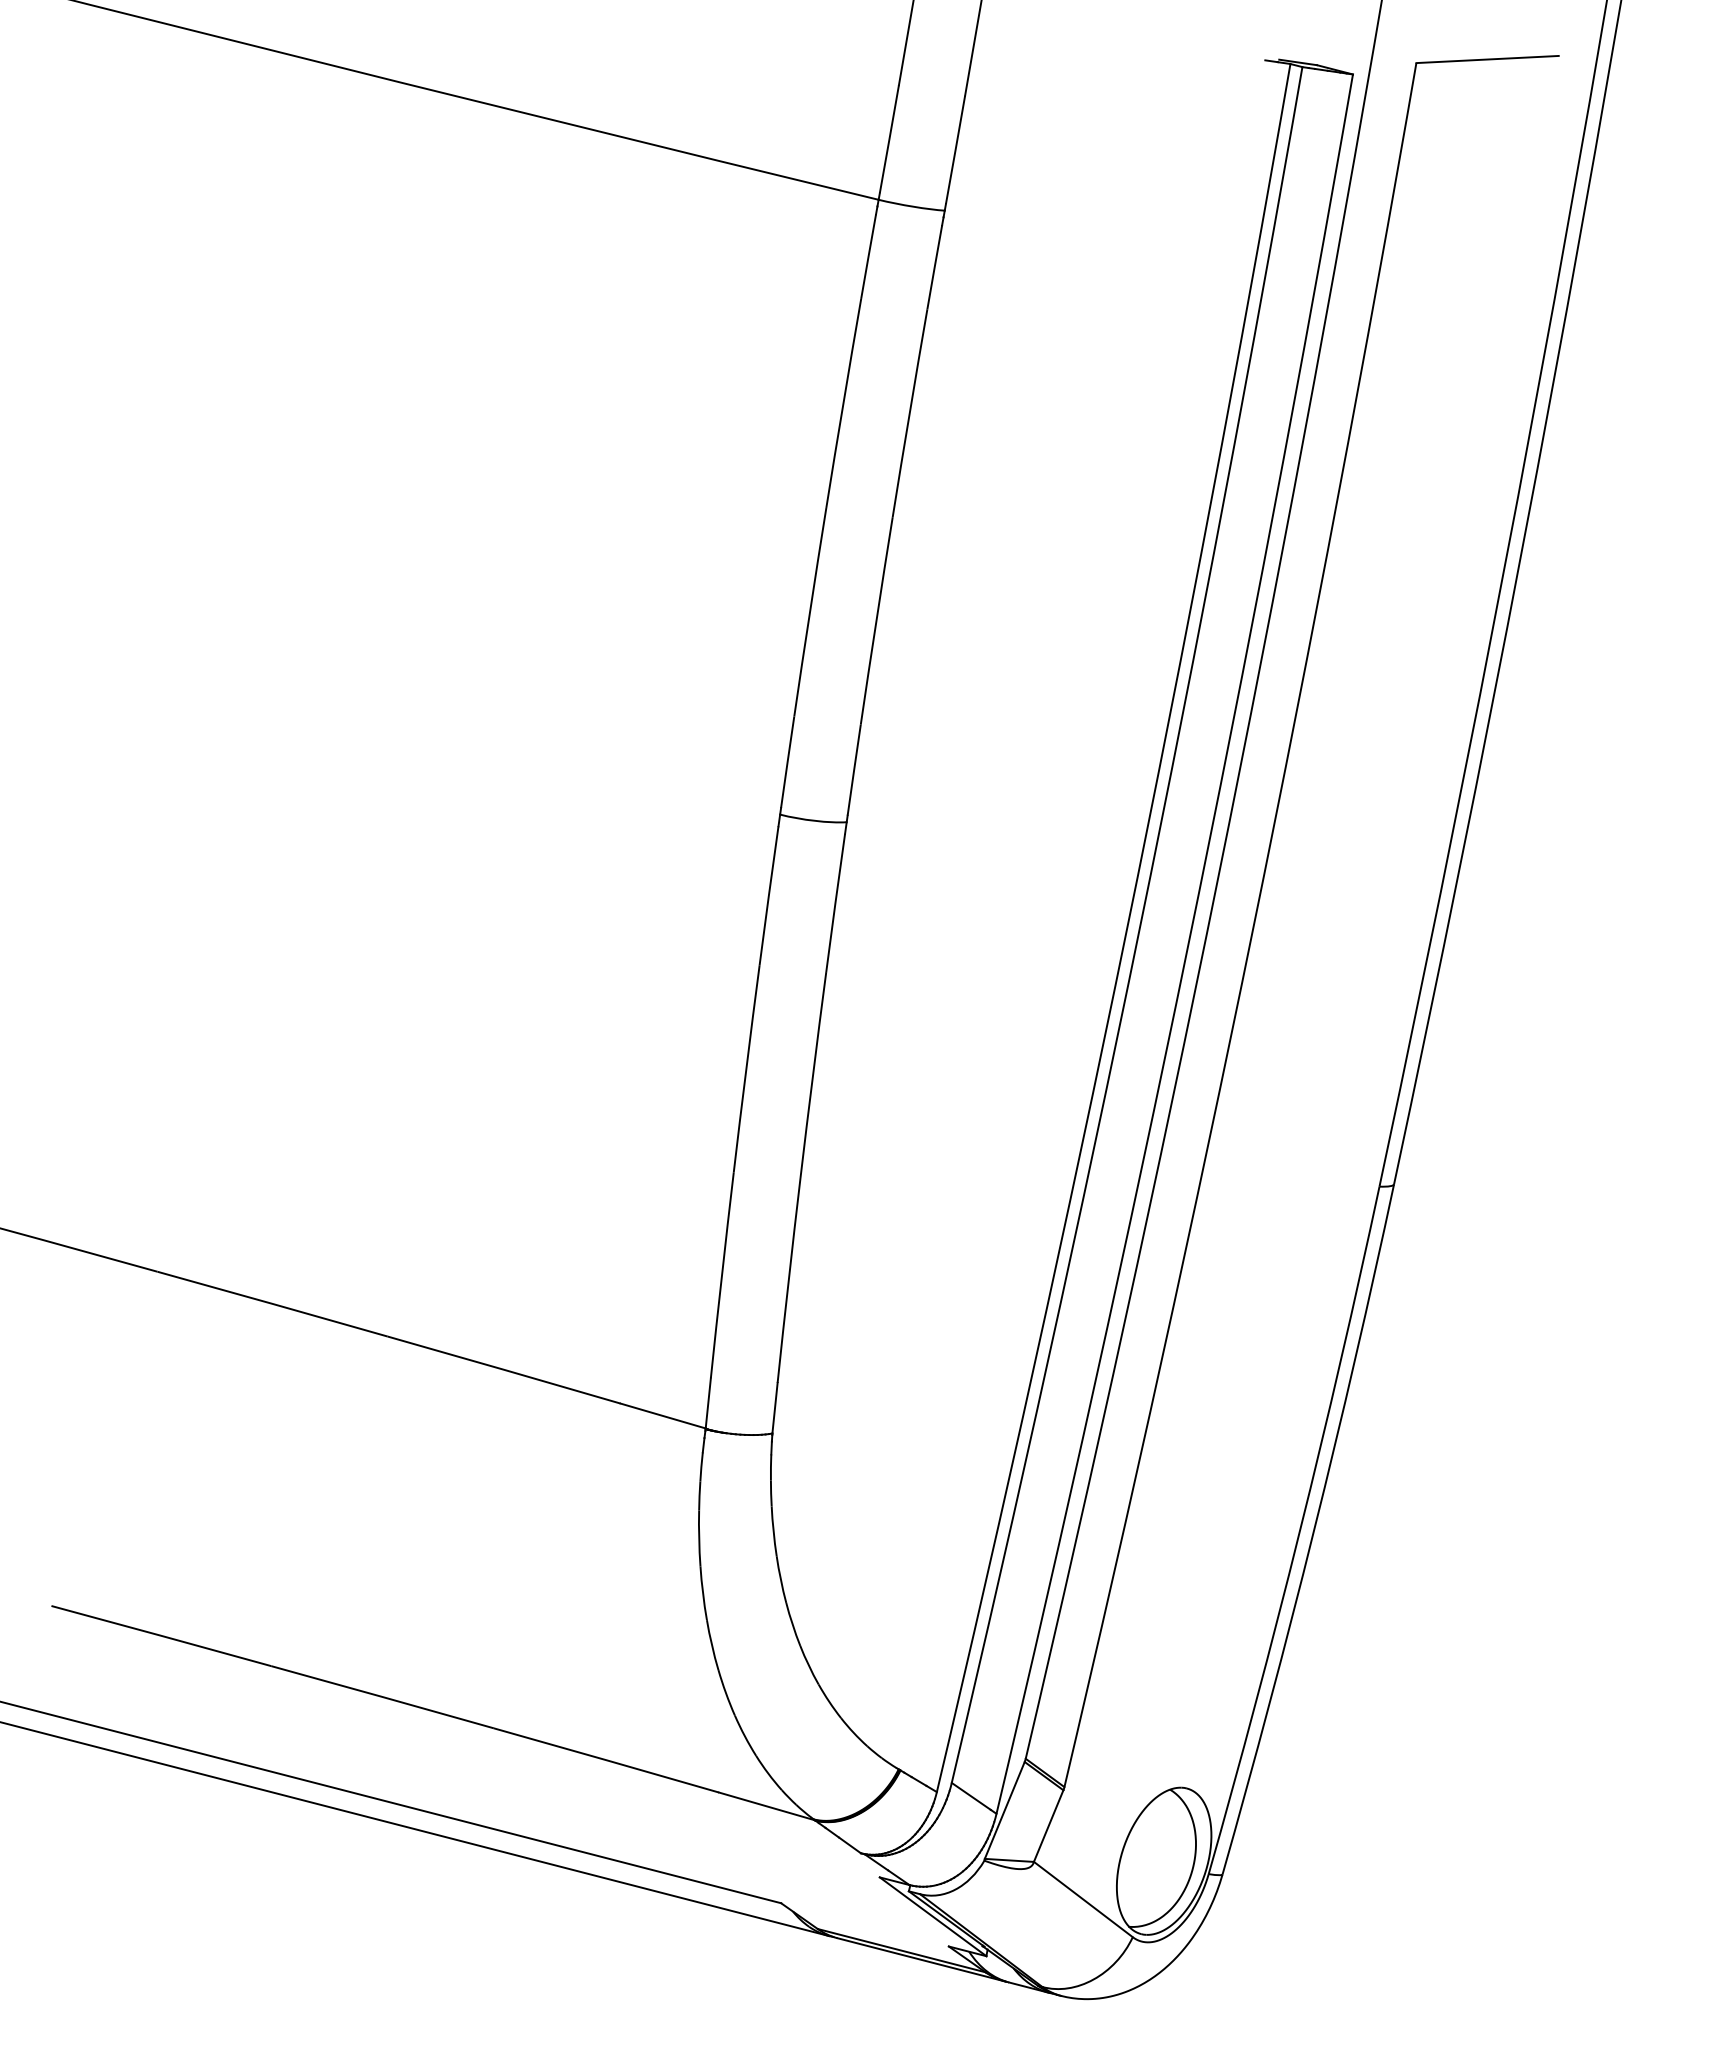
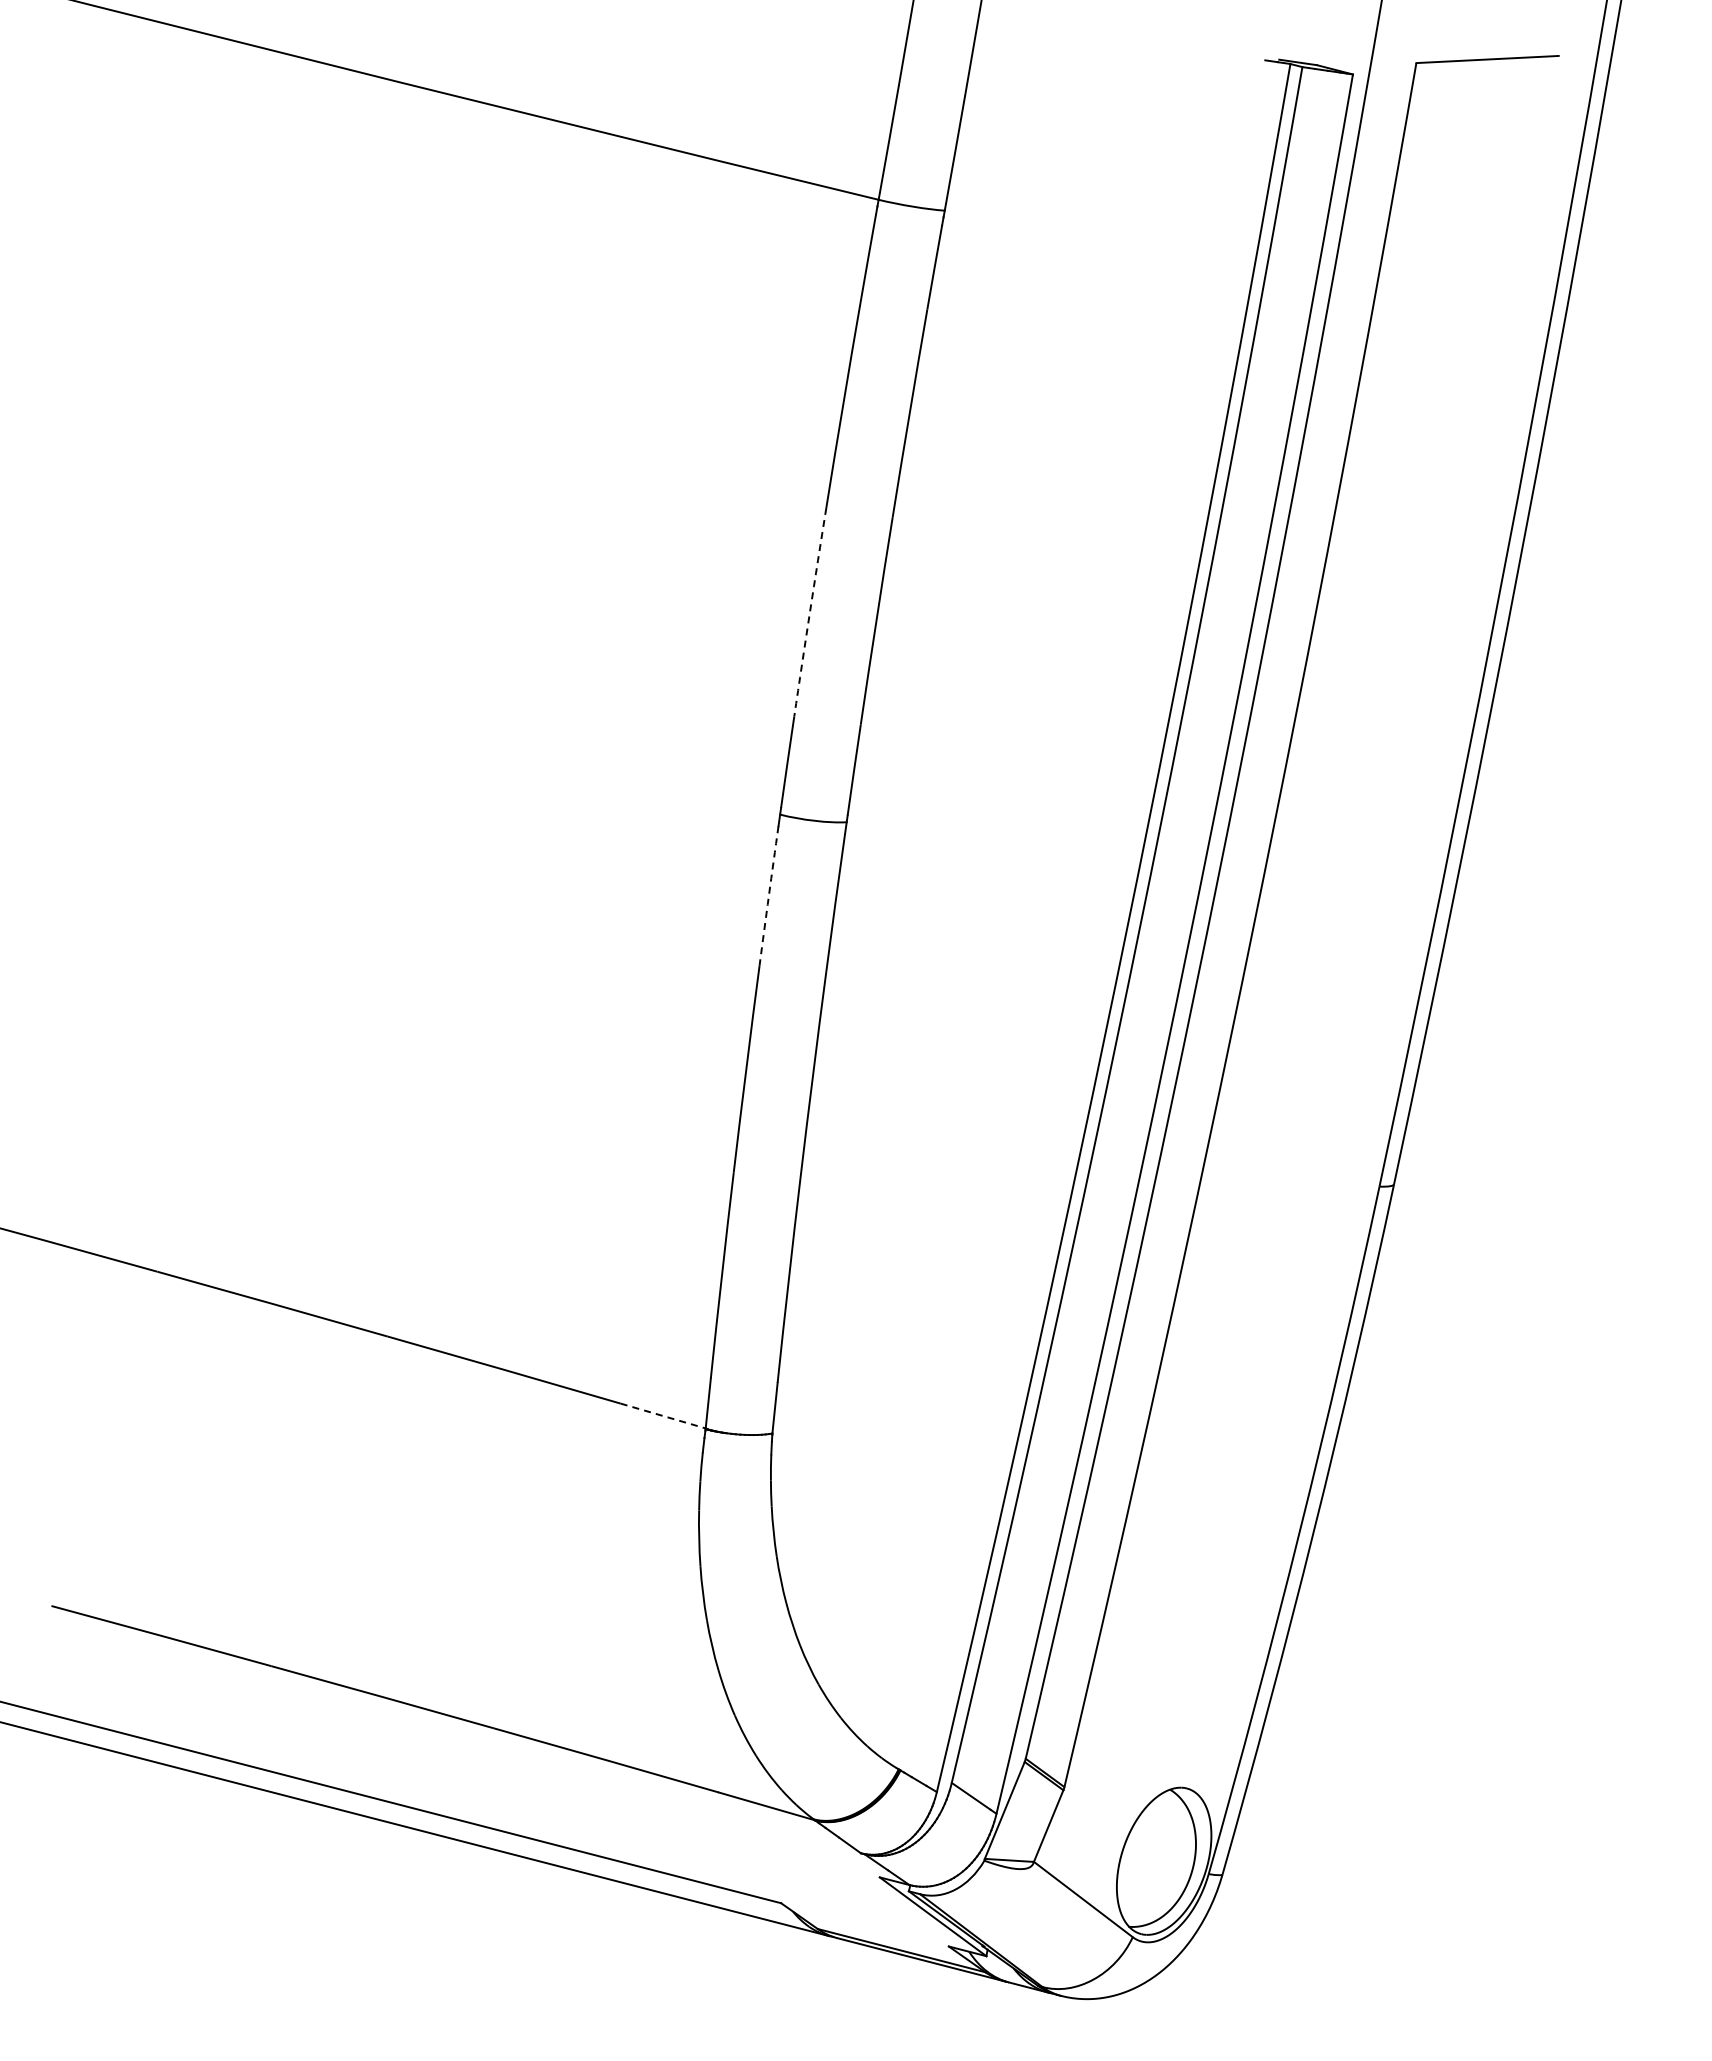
arc at (809, 612): solid -> dashed
arc at (768, 895): solid -> dashed
line at (663, 1416): solid -> dashed
